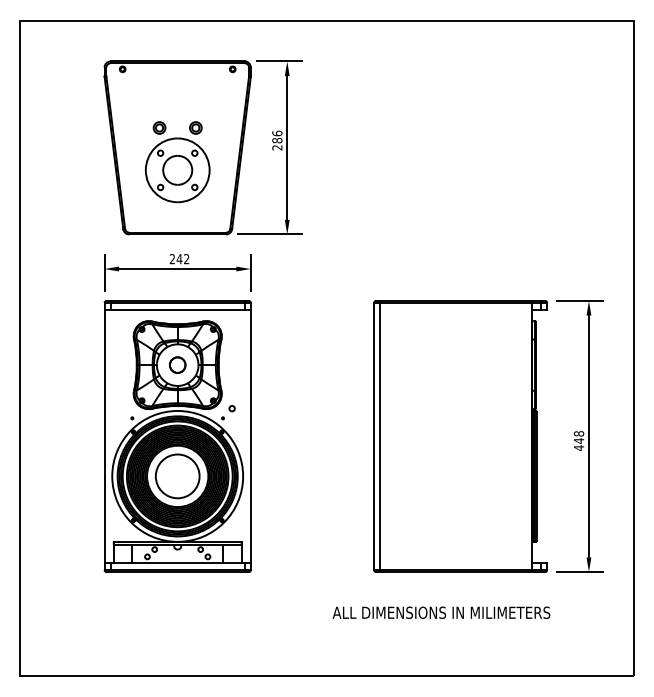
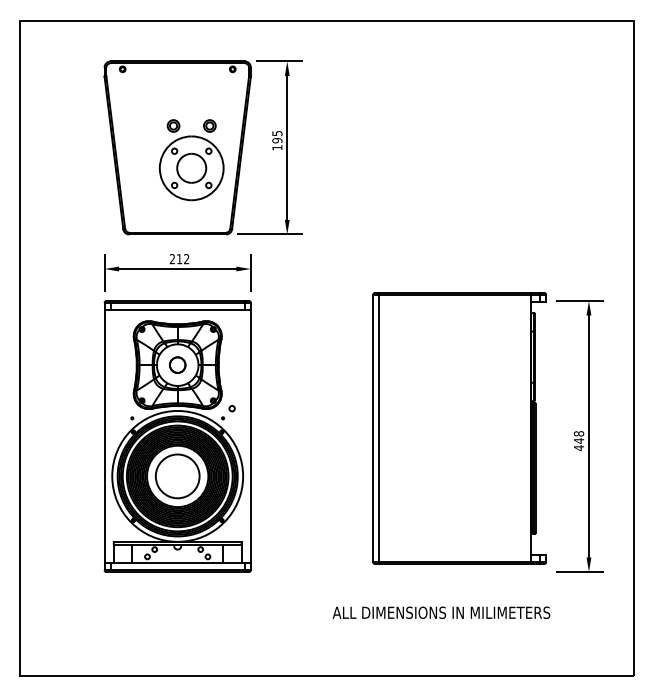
text at (277, 140): 286 -> 195
part at (177, 162) position: (177, 162) -> (191, 160)
text at (179, 259): 242 -> 212
part at (460, 436) position: (460, 436) -> (459, 428)
